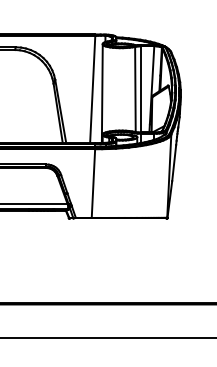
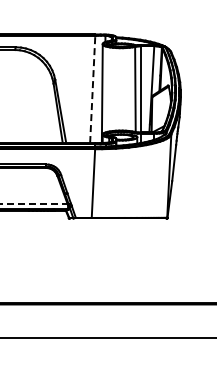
line at (92, 89): solid -> dashed
line at (34, 204): solid -> dashed
